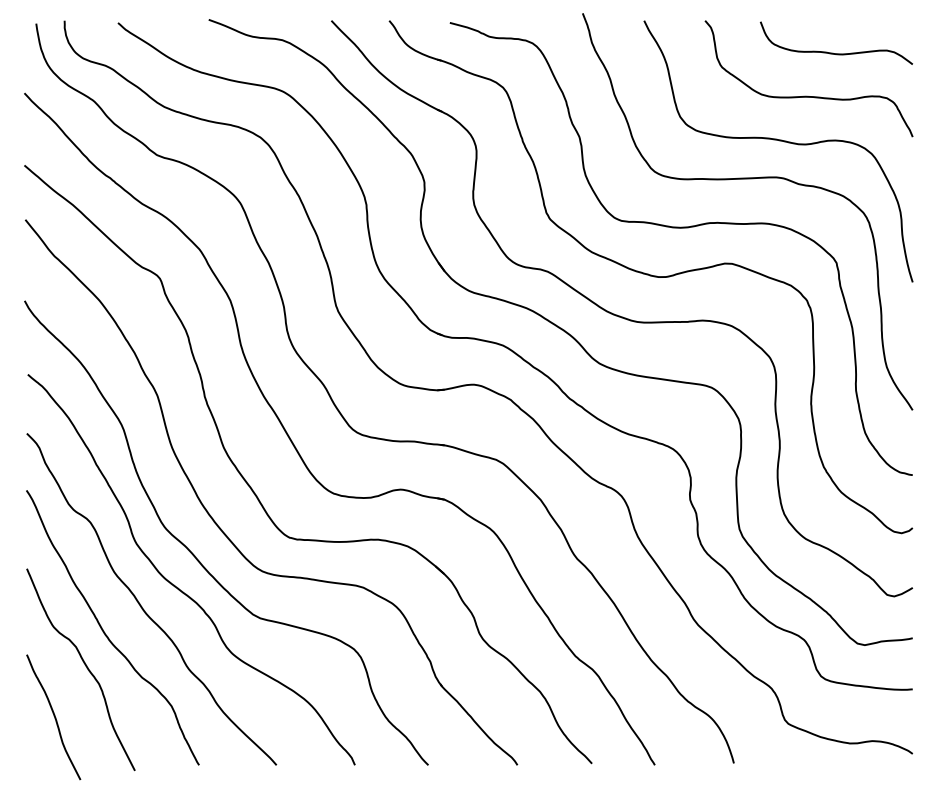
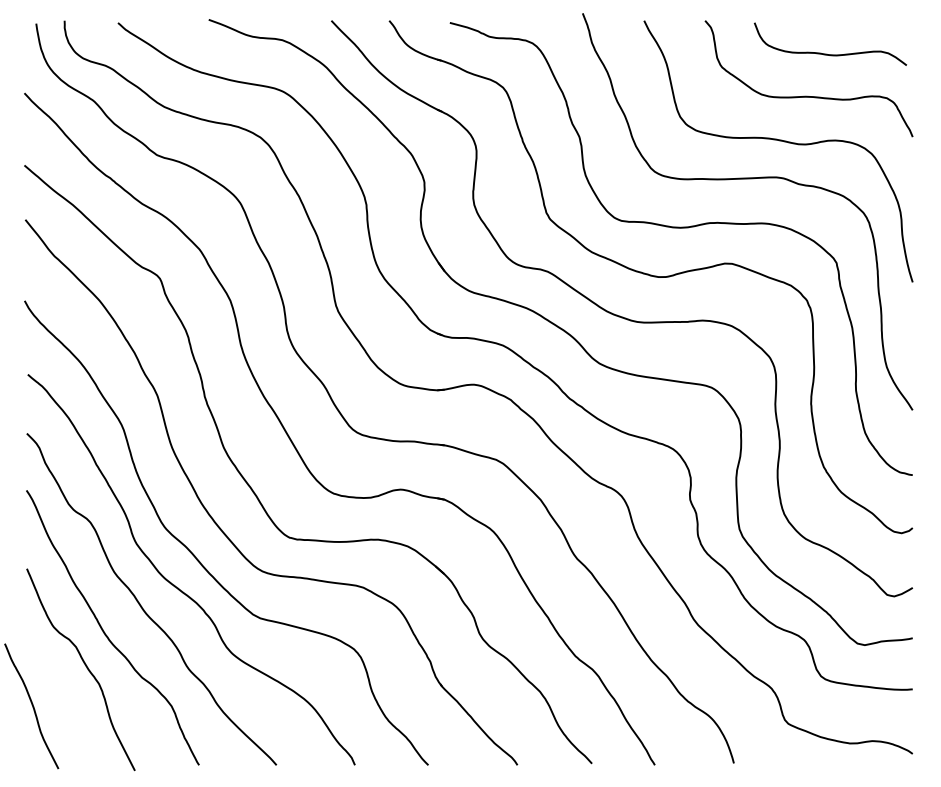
curve at (833, 52) position: (833, 52) -> (827, 53)
curve at (53, 716) position: (53, 716) -> (31, 705)
